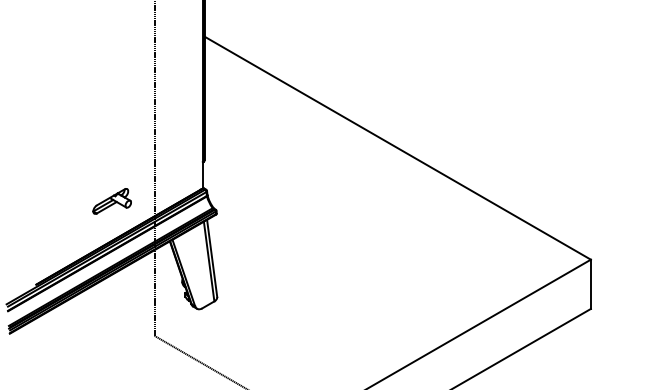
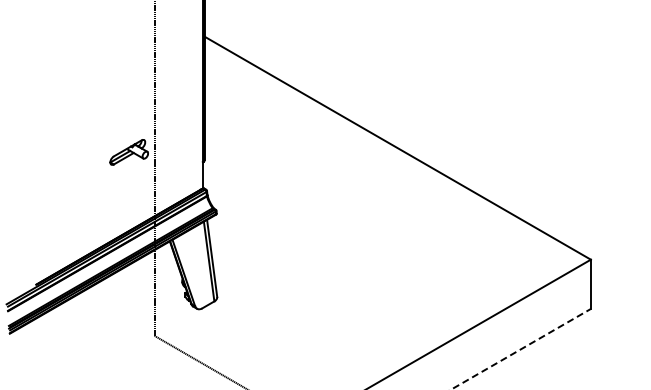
part at (111, 201) position: (111, 201) -> (128, 152)
line at (520, 349): solid -> dashed
